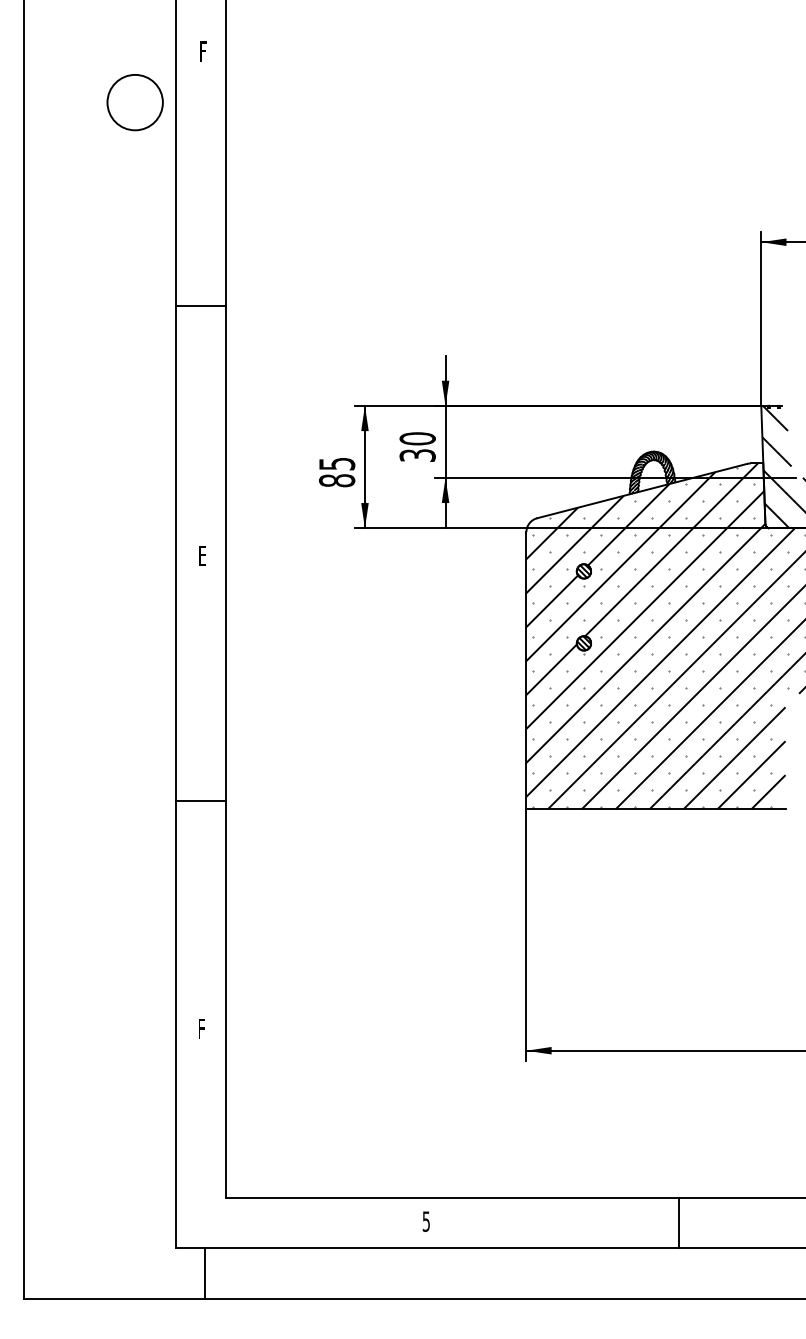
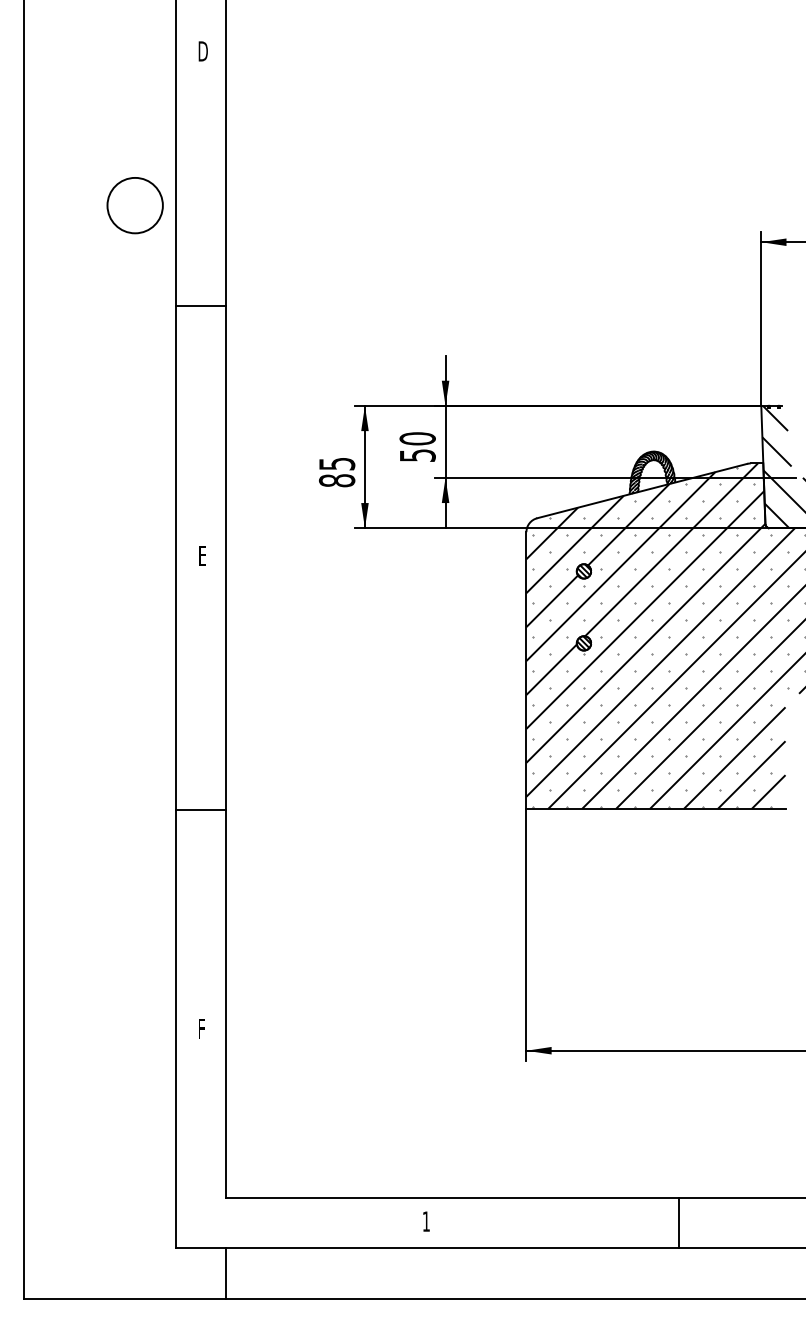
text at (202, 51): F -> D
circle at (134, 102) position: (134, 102) -> (134, 205)
text at (417, 455): 30 -> 50
line at (200, 801) position: (200, 801) -> (200, 810)
text at (425, 1221): 5 -> 1
line at (204, 1273) position: (204, 1273) -> (225, 1273)
